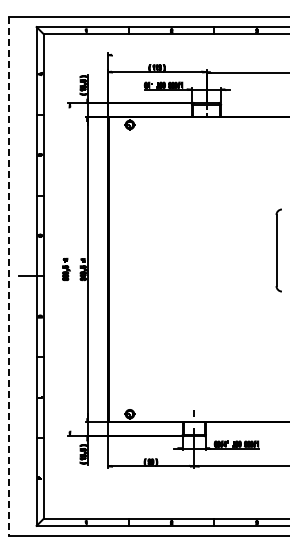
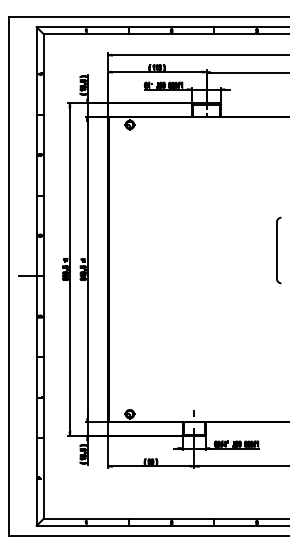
line at (199, 55): none -> present
part at (278, 250) size: 7x85 px -> 6x69 px
line at (69, 269): none -> present
line at (8, 276): dashed -> solid
